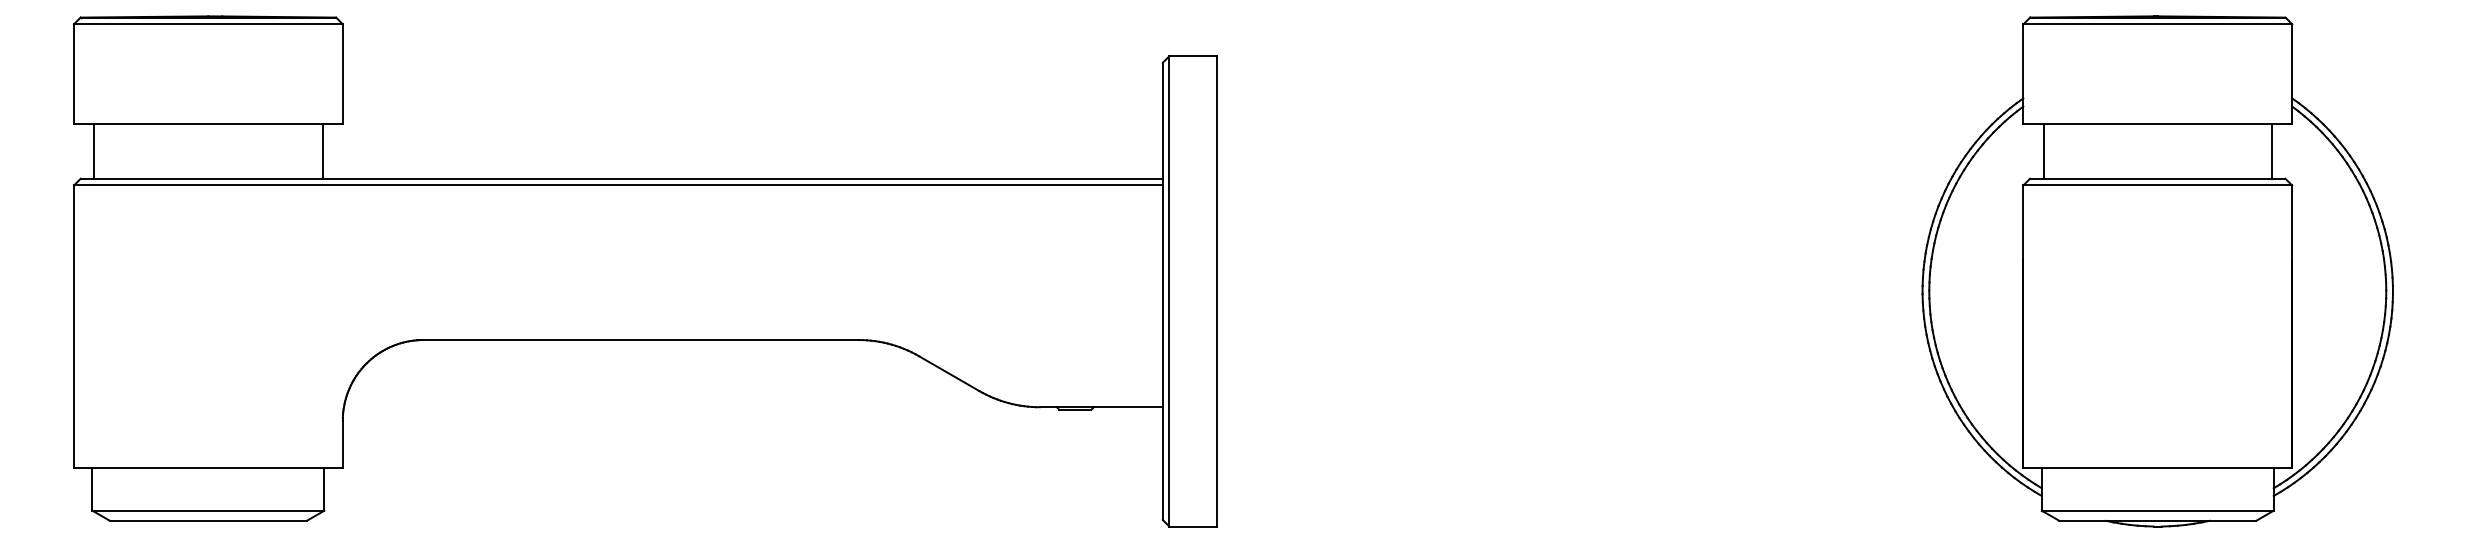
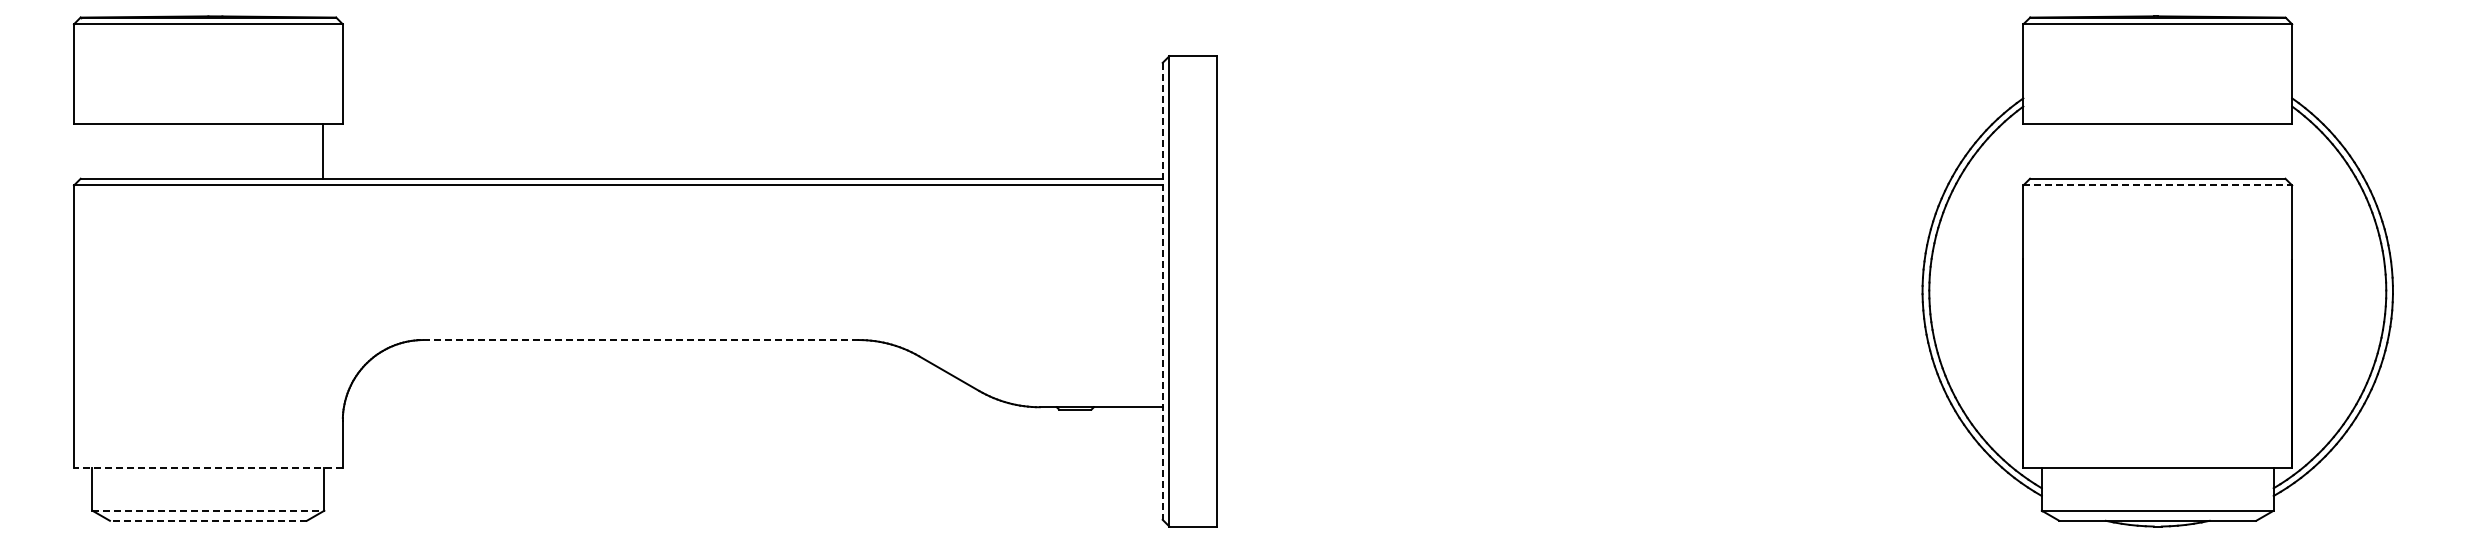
line at (94, 150): present -> none
line at (2043, 150): present -> none
line at (2272, 150): present -> none
line at (2158, 185): solid -> dashed
line at (1162, 291): solid -> dashed
line at (637, 340): solid -> dashed
line at (207, 467): solid -> dashed
line at (208, 510): solid -> dashed
line at (207, 520): solid -> dashed
